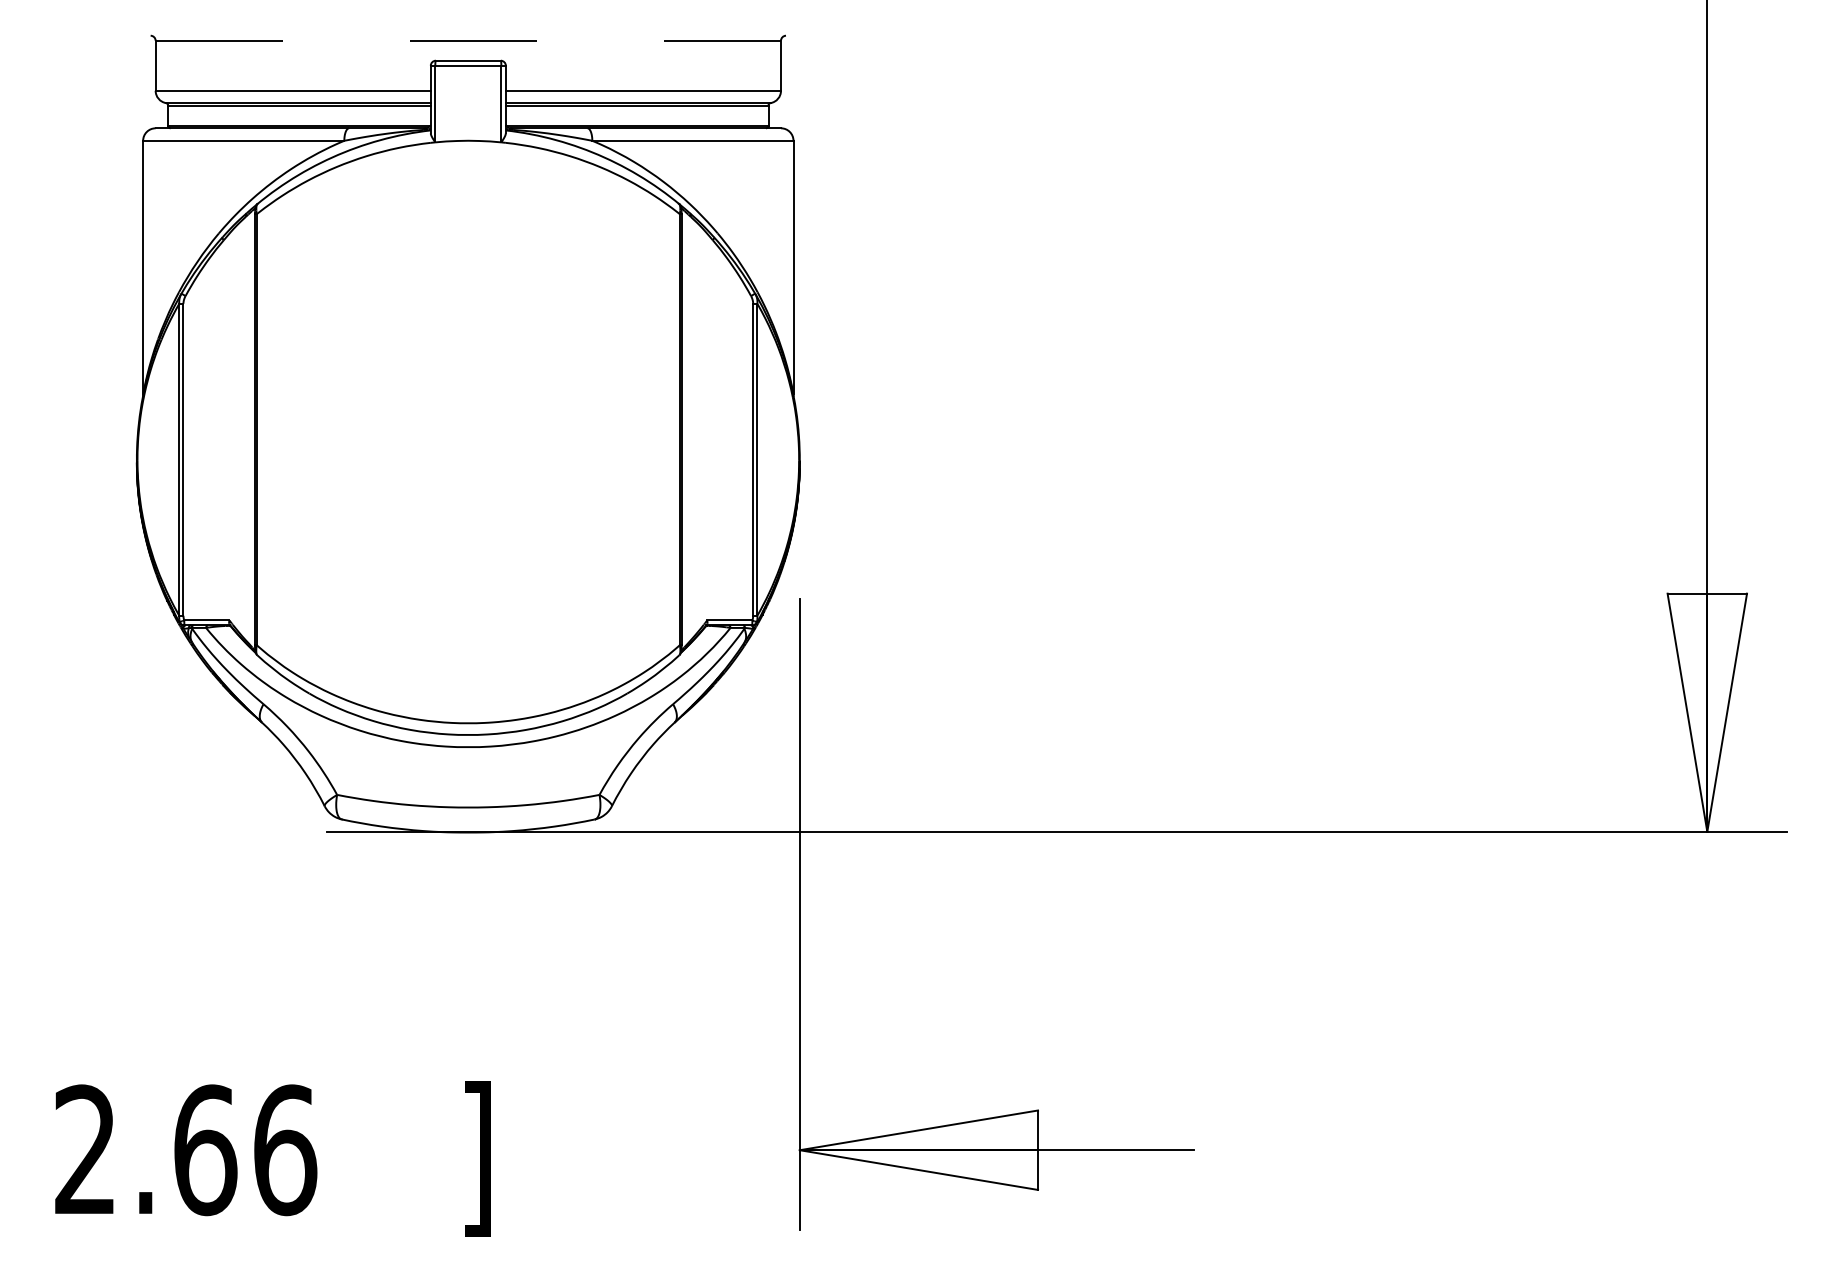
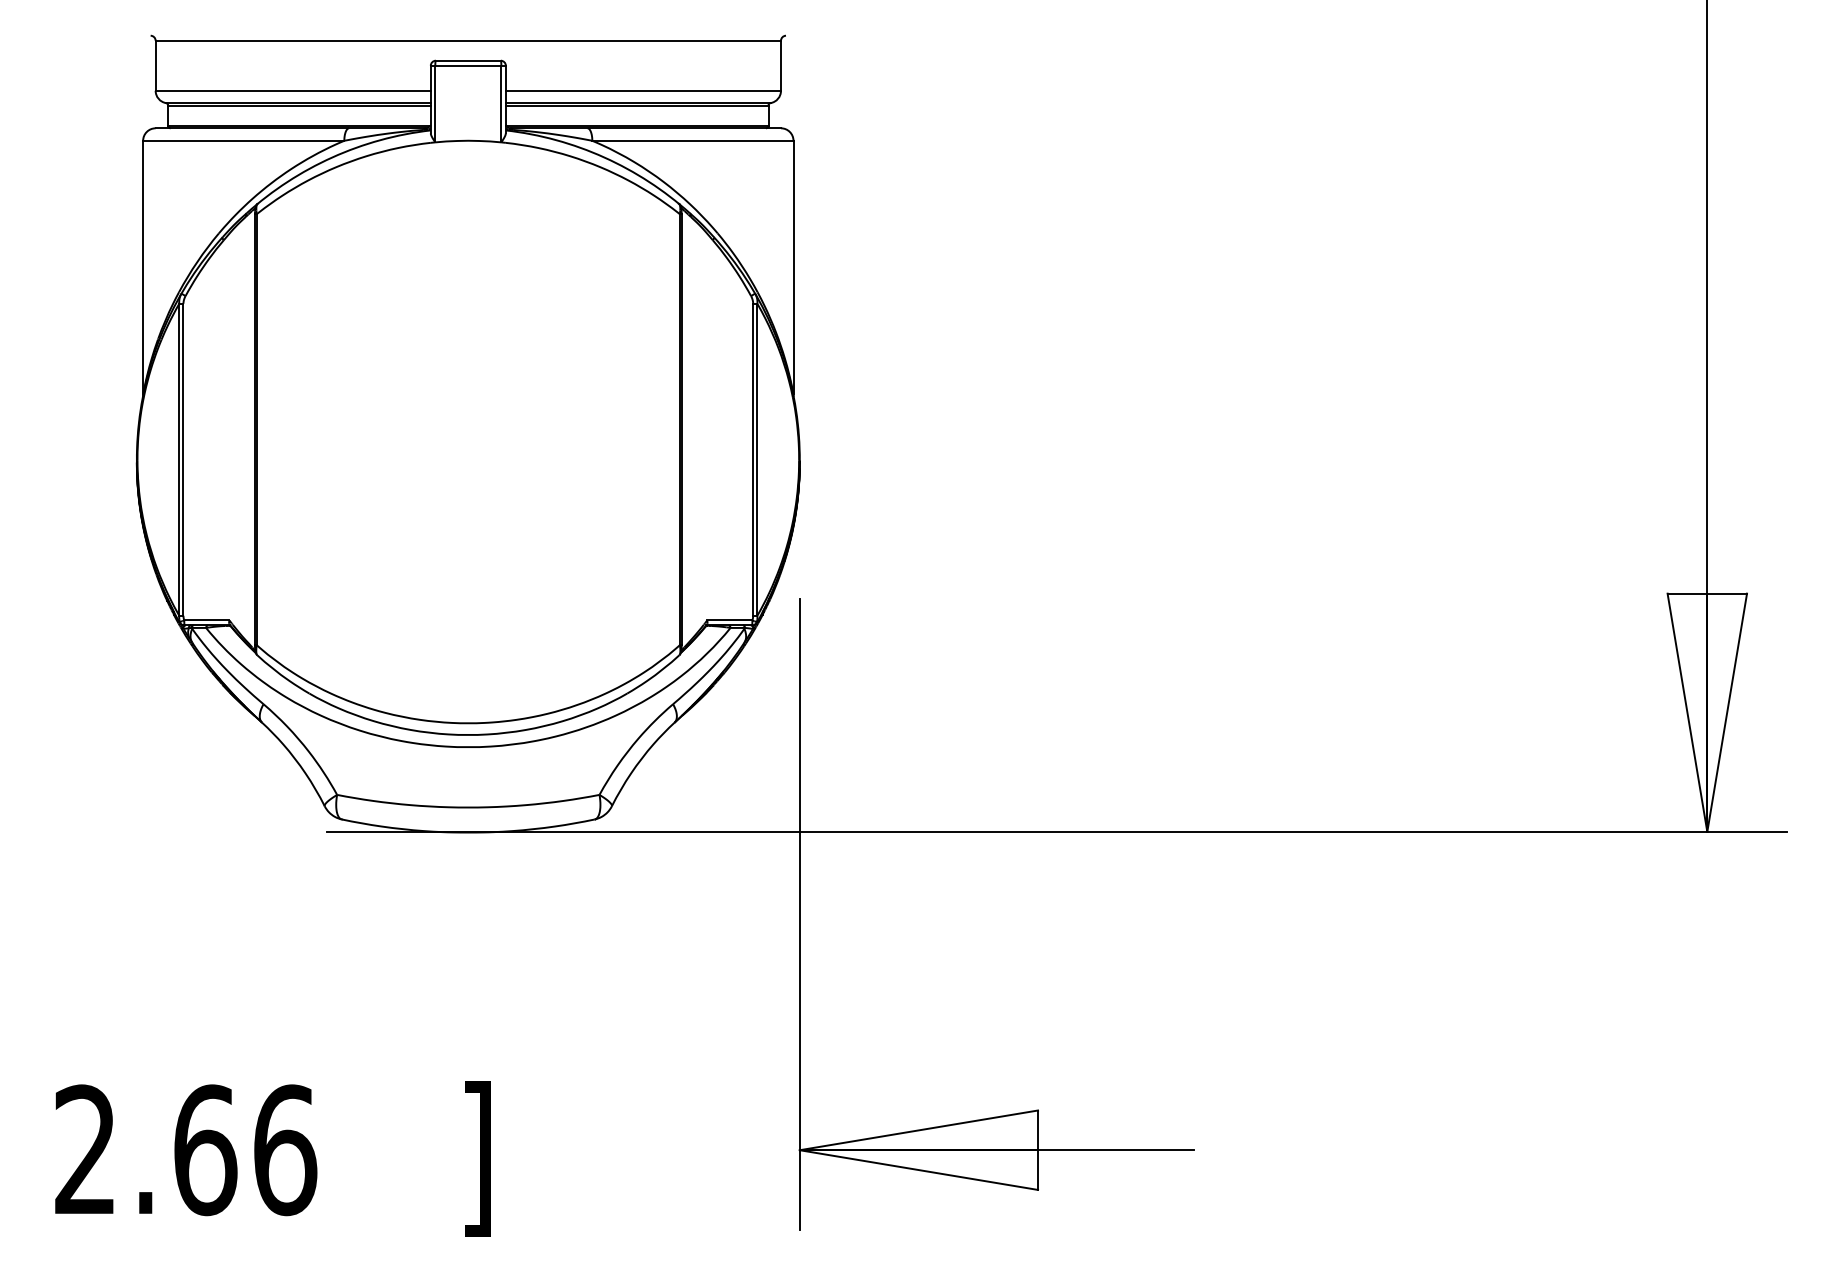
line at (468, 40): dashed -> solid
